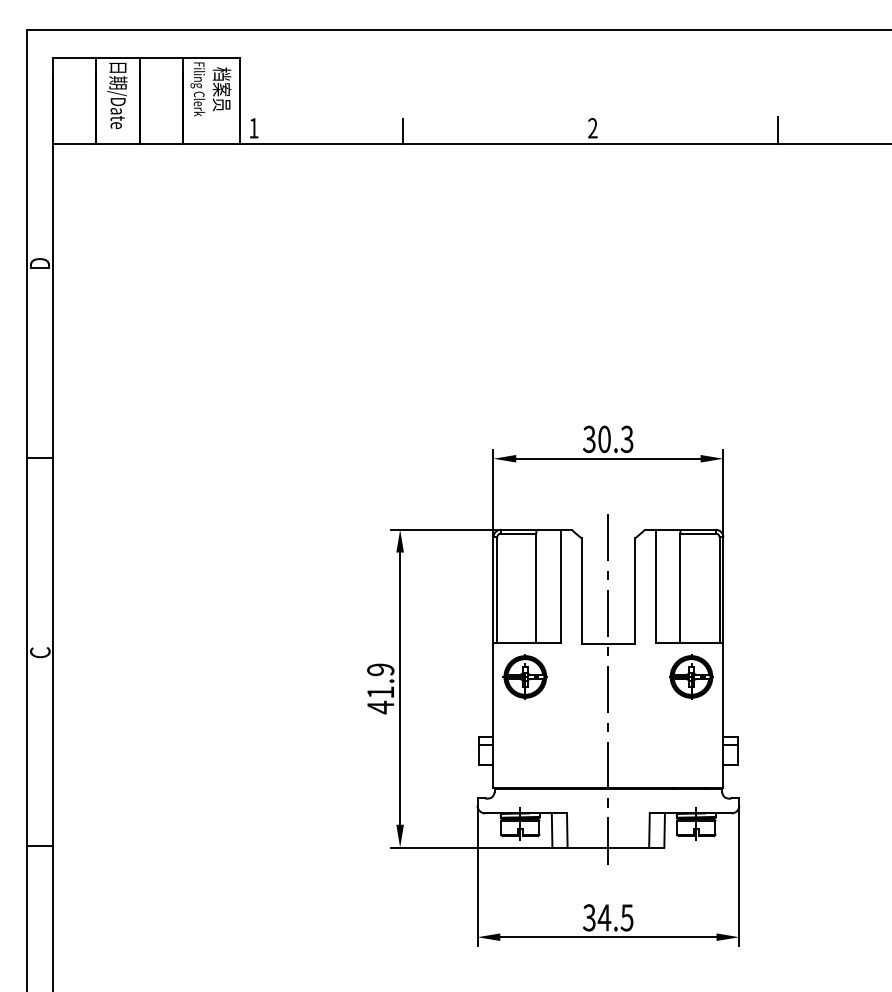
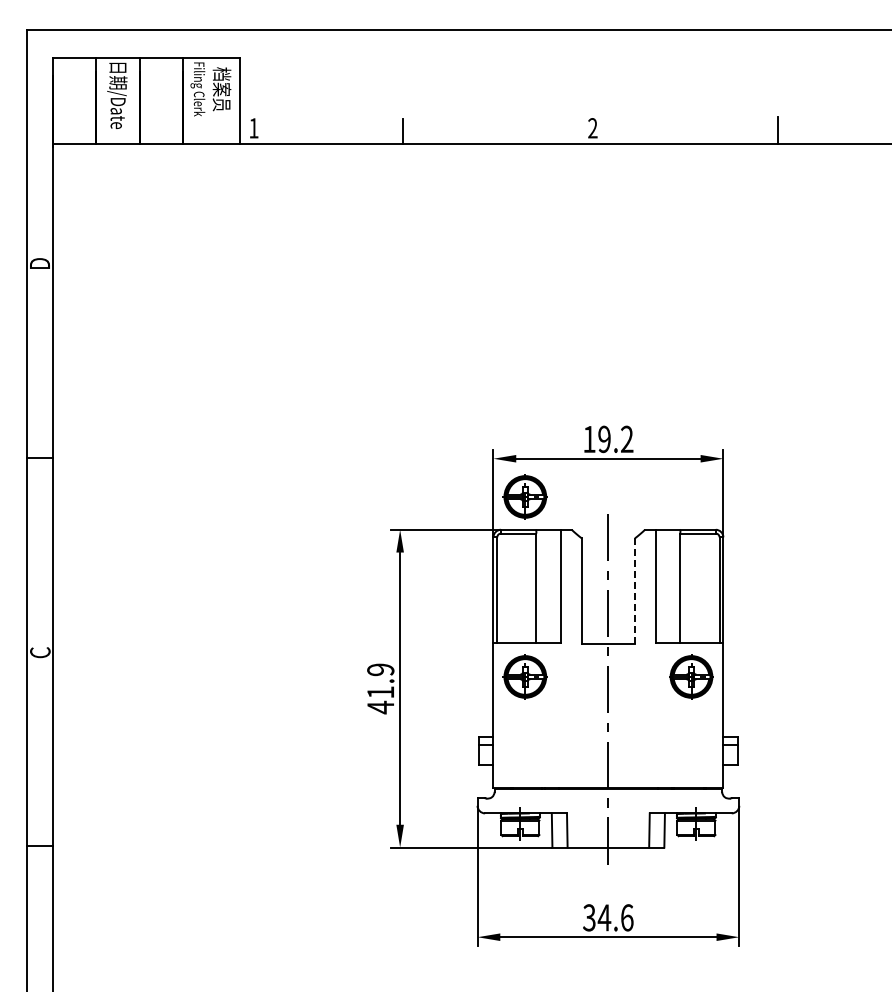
text at (608, 439): 30.3 -> 19.2
part at (524, 496): none -> present
line at (634, 591): solid -> dashed
text at (626, 917): 34.5 -> 34.6
